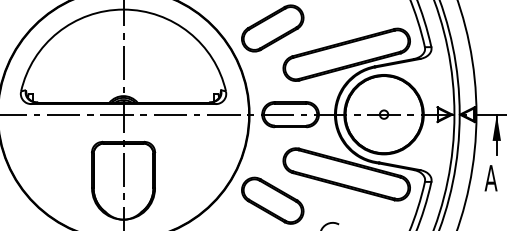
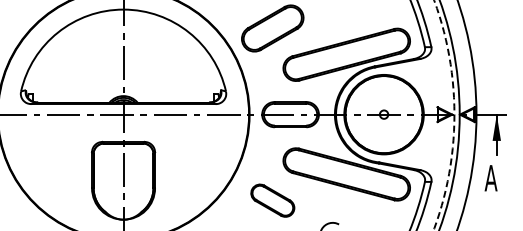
circle at (443, 115): solid -> dashed
part at (272, 200) size: 64x49 px -> 46x35 px
